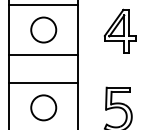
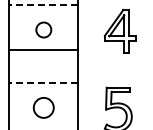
line at (43, 5): solid -> dashed
circle at (43, 29) size: 28x28 px -> 18x18 px
line at (43, 55) position: (43, 55) -> (43, 50)
line at (43, 82): solid -> dashed
circle at (43, 107) size: 28x28 px -> 23x22 px
